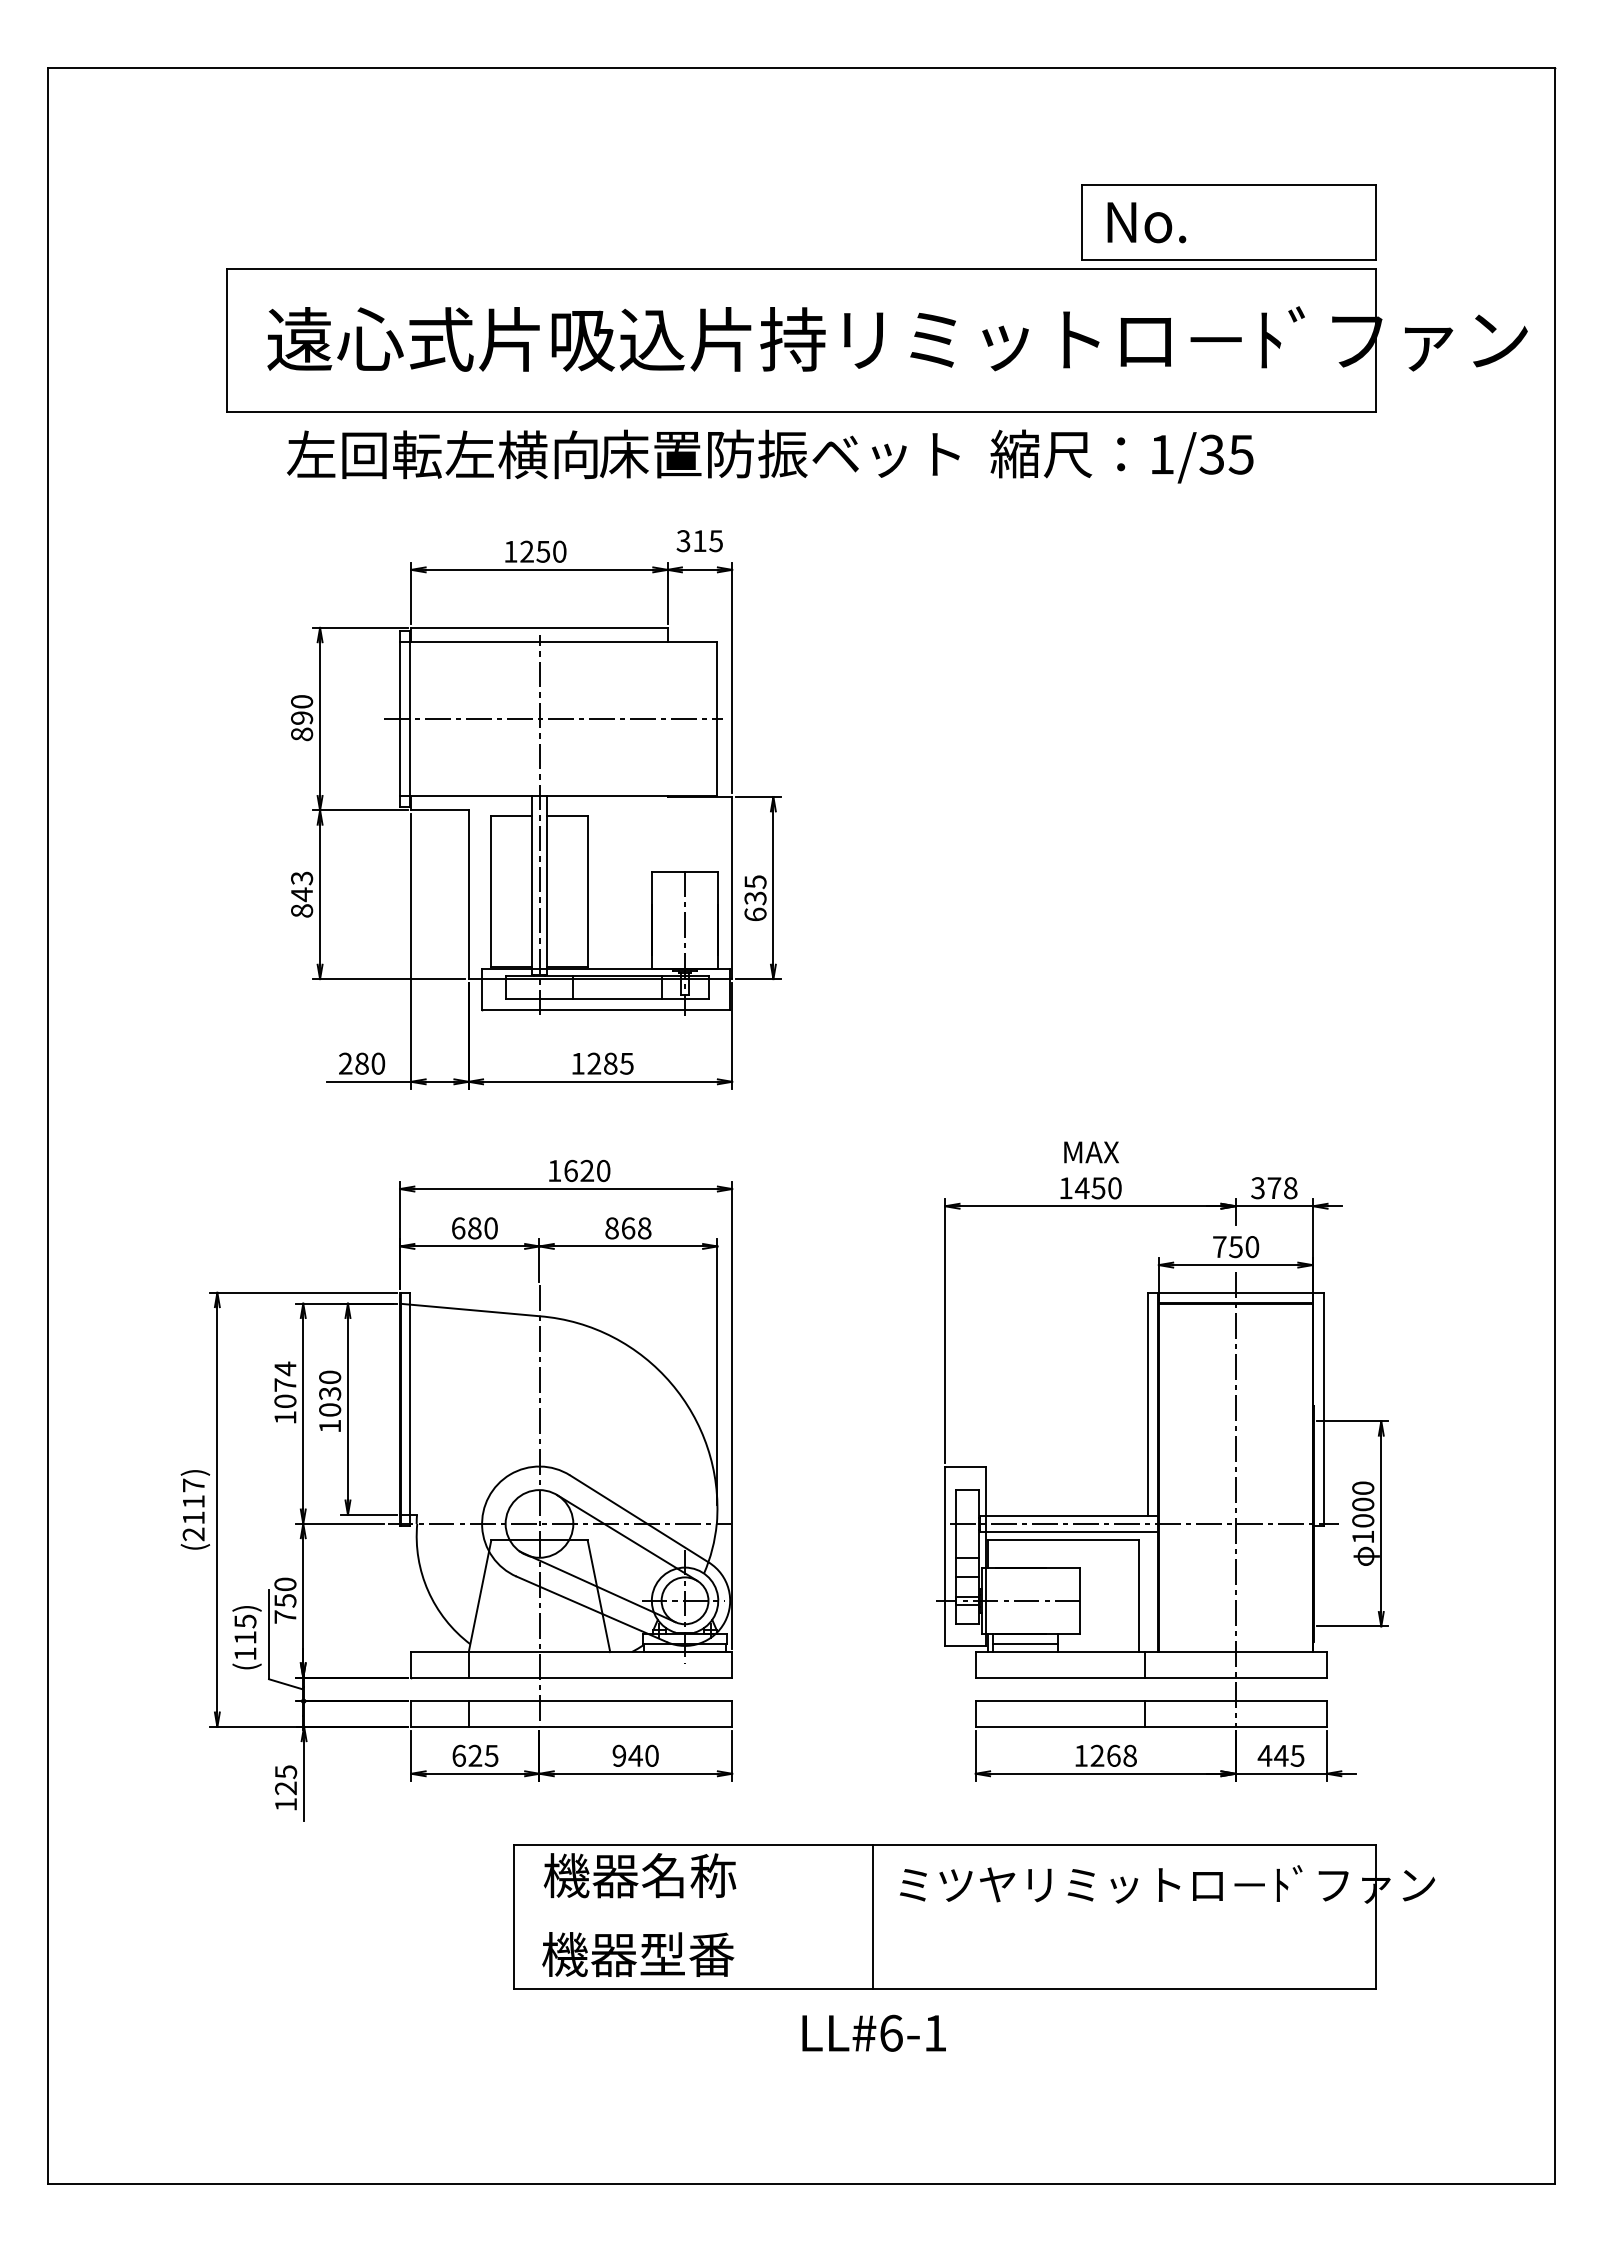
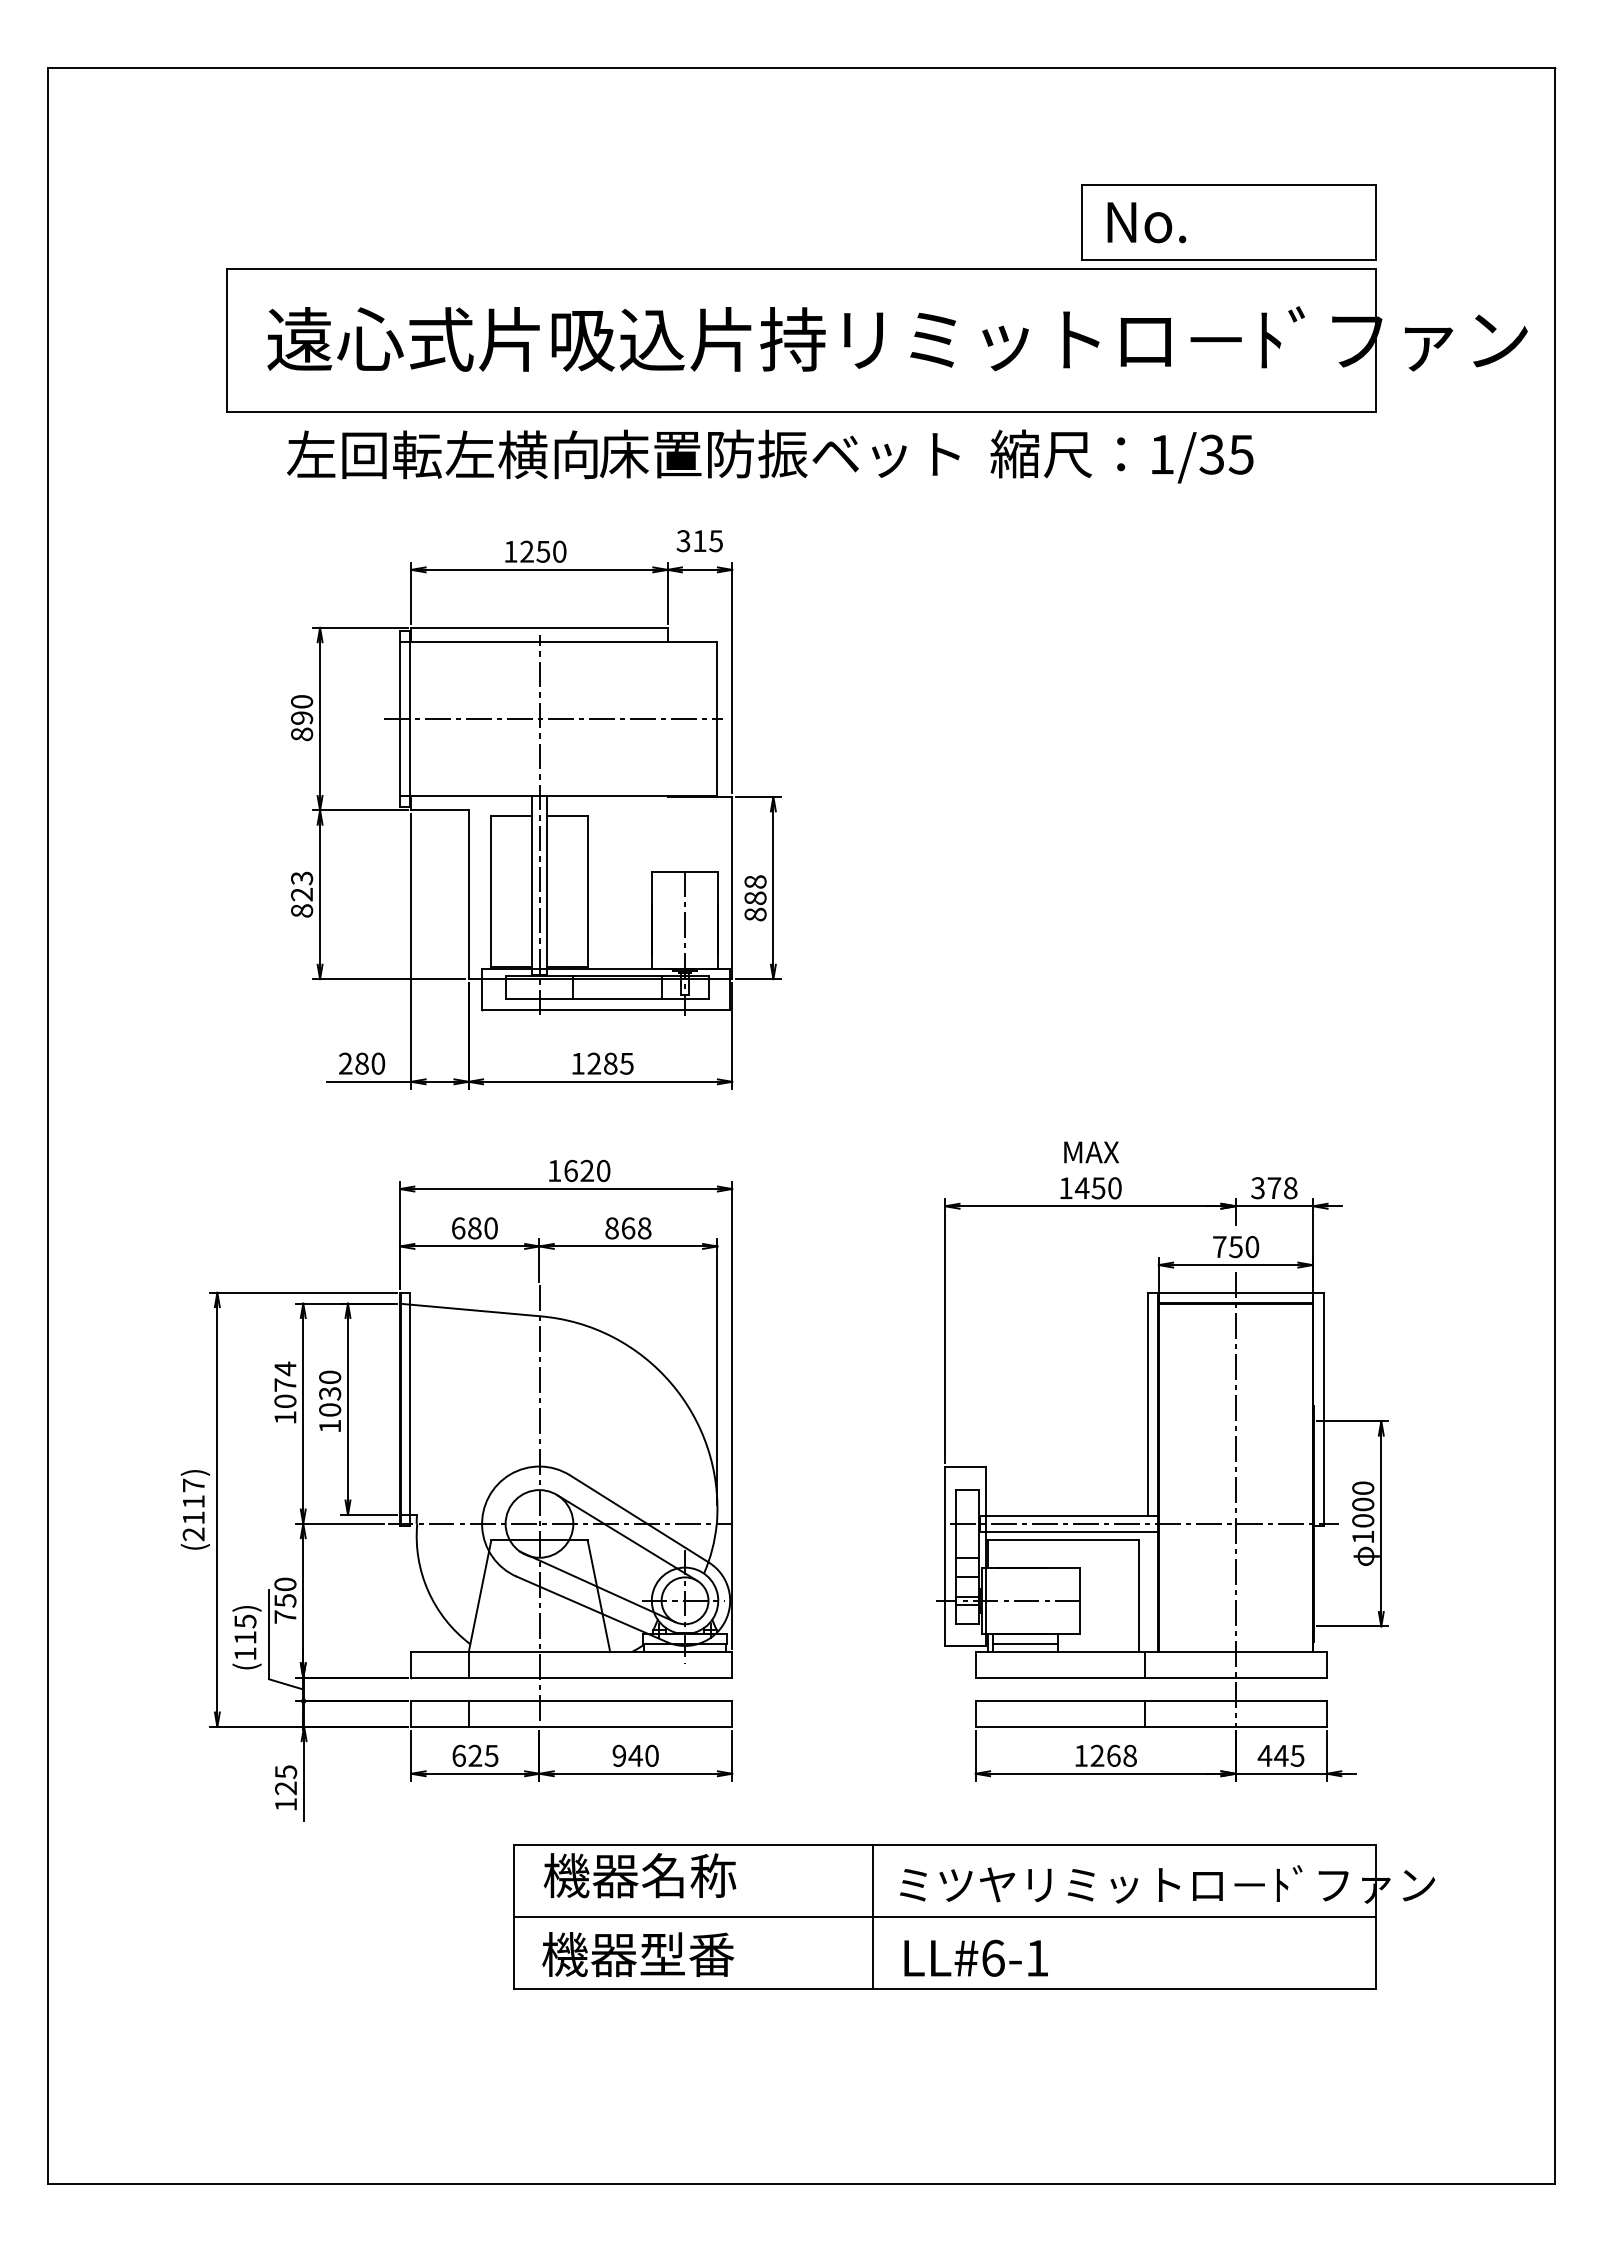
text at (301, 894): 843 -> 823
text at (755, 898): 635 -> 888
line at (944, 1916): none -> present
text at (873, 2032) position: (873, 2032) -> (975, 1957)
